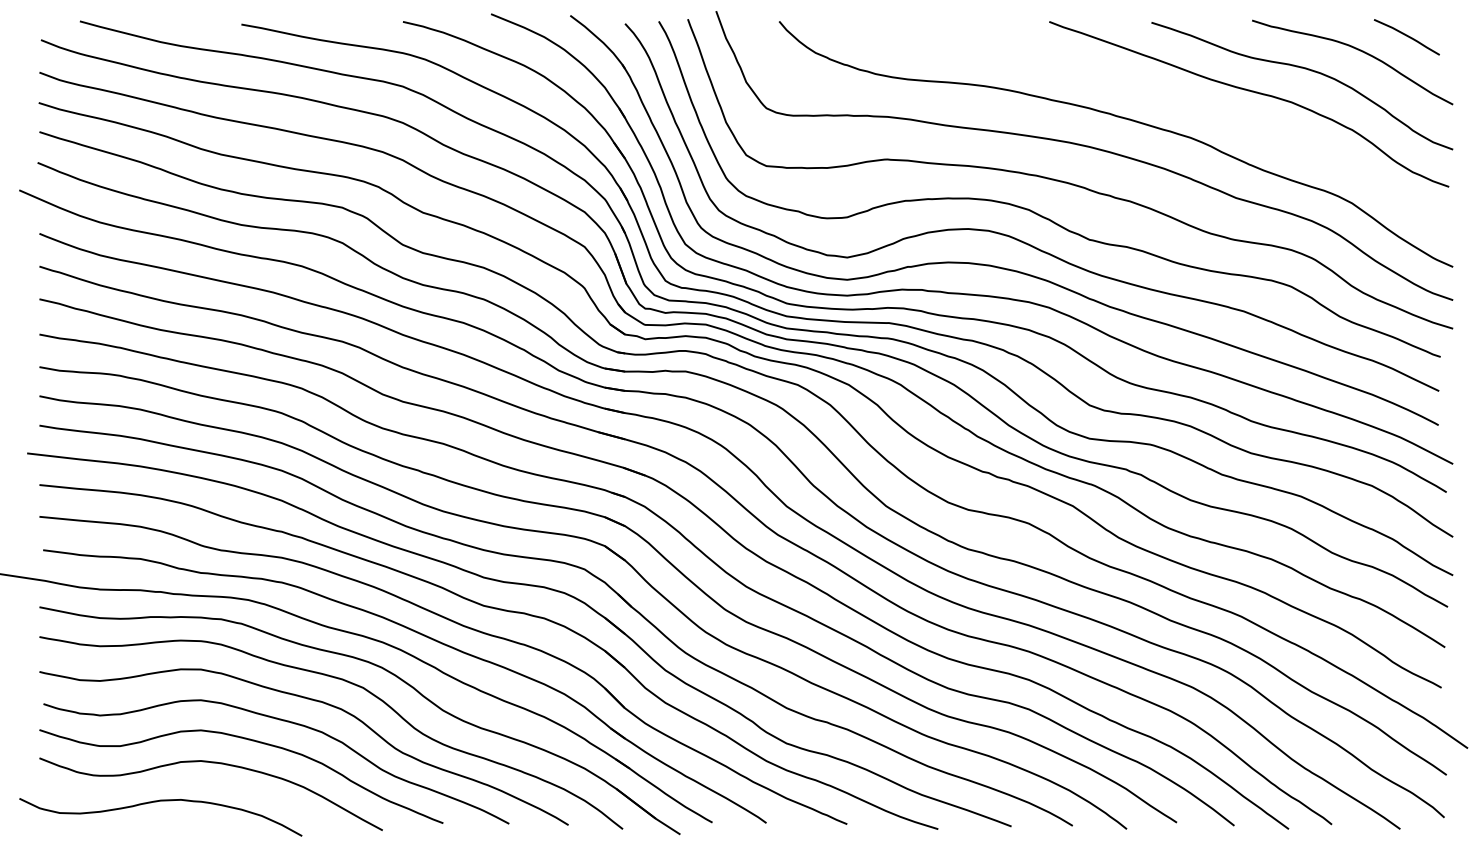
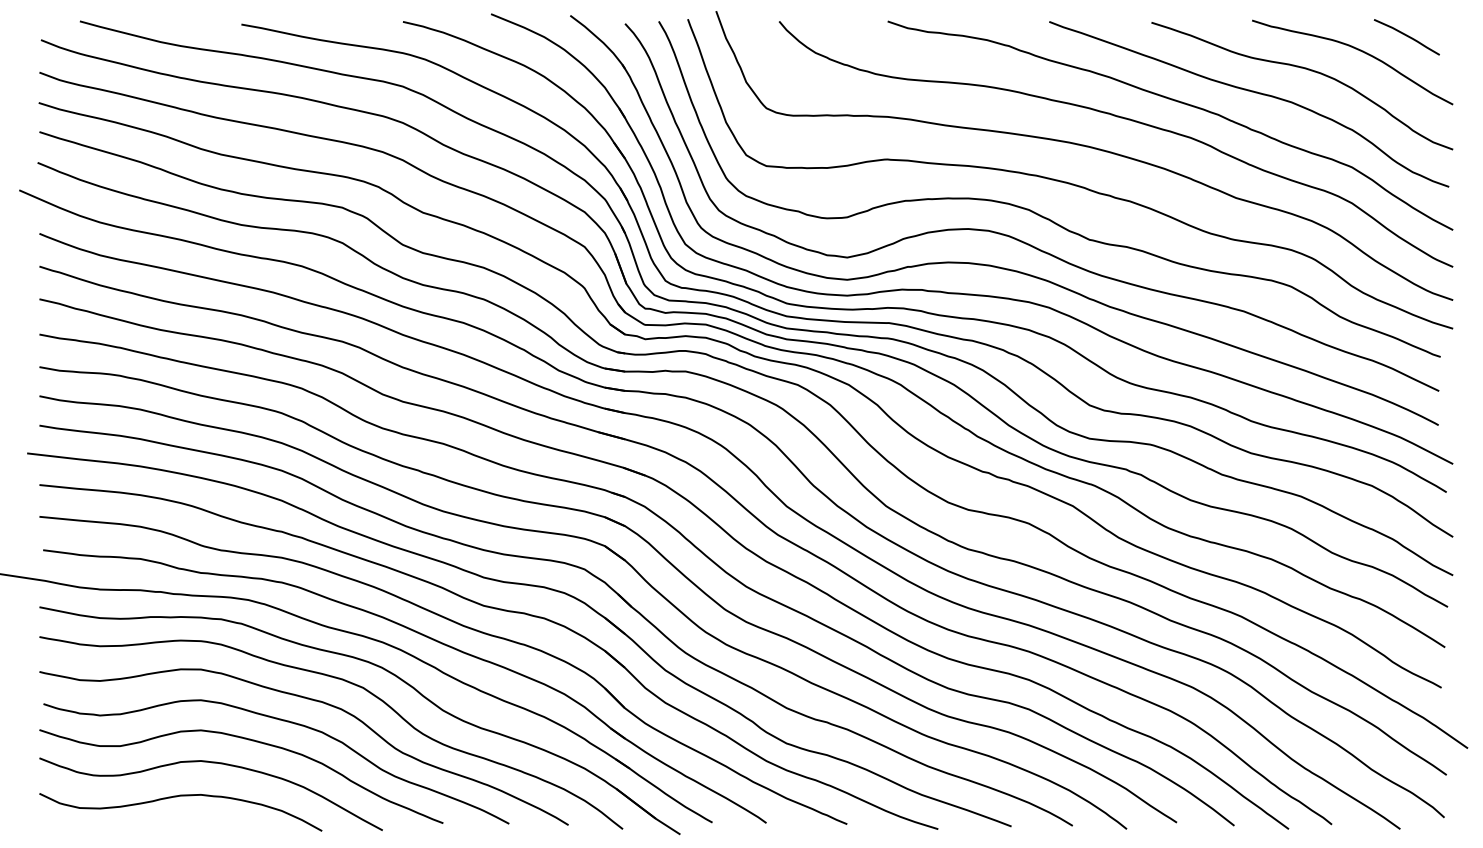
curve at (1177, 102): none -> present
curve at (156, 802) position: (156, 802) -> (176, 797)
